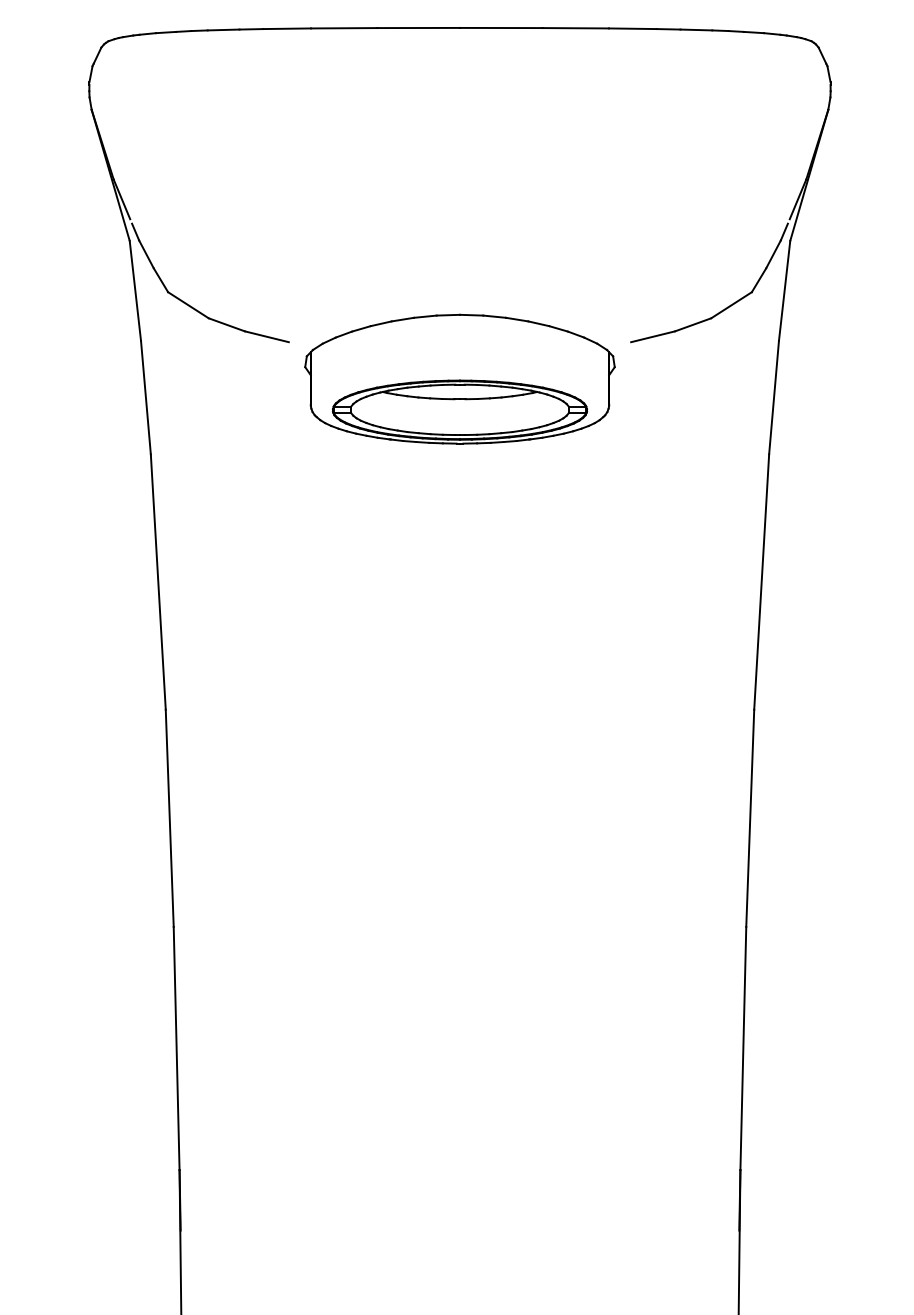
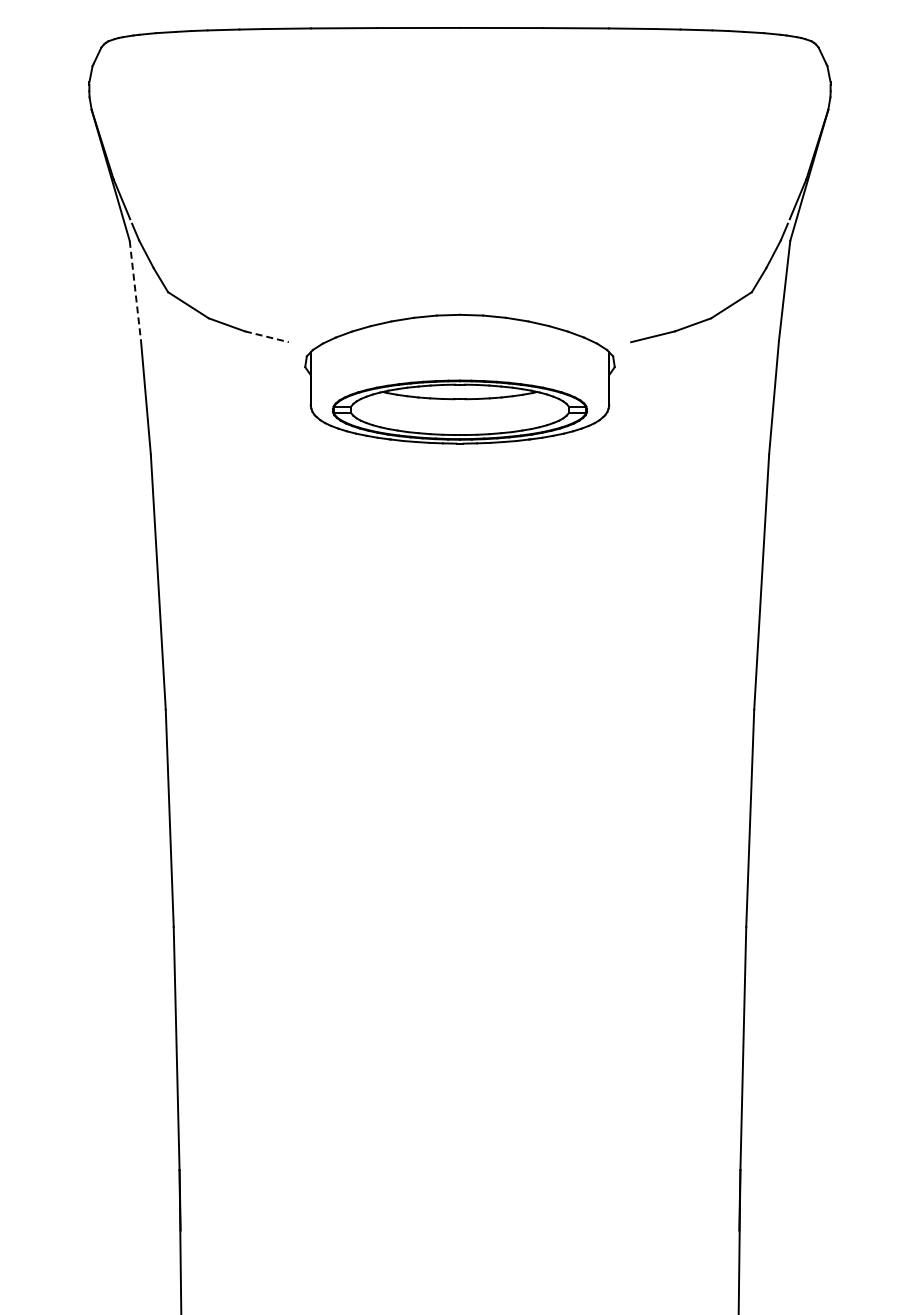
line at (135, 291): solid -> dashed
line at (266, 336): solid -> dashed
